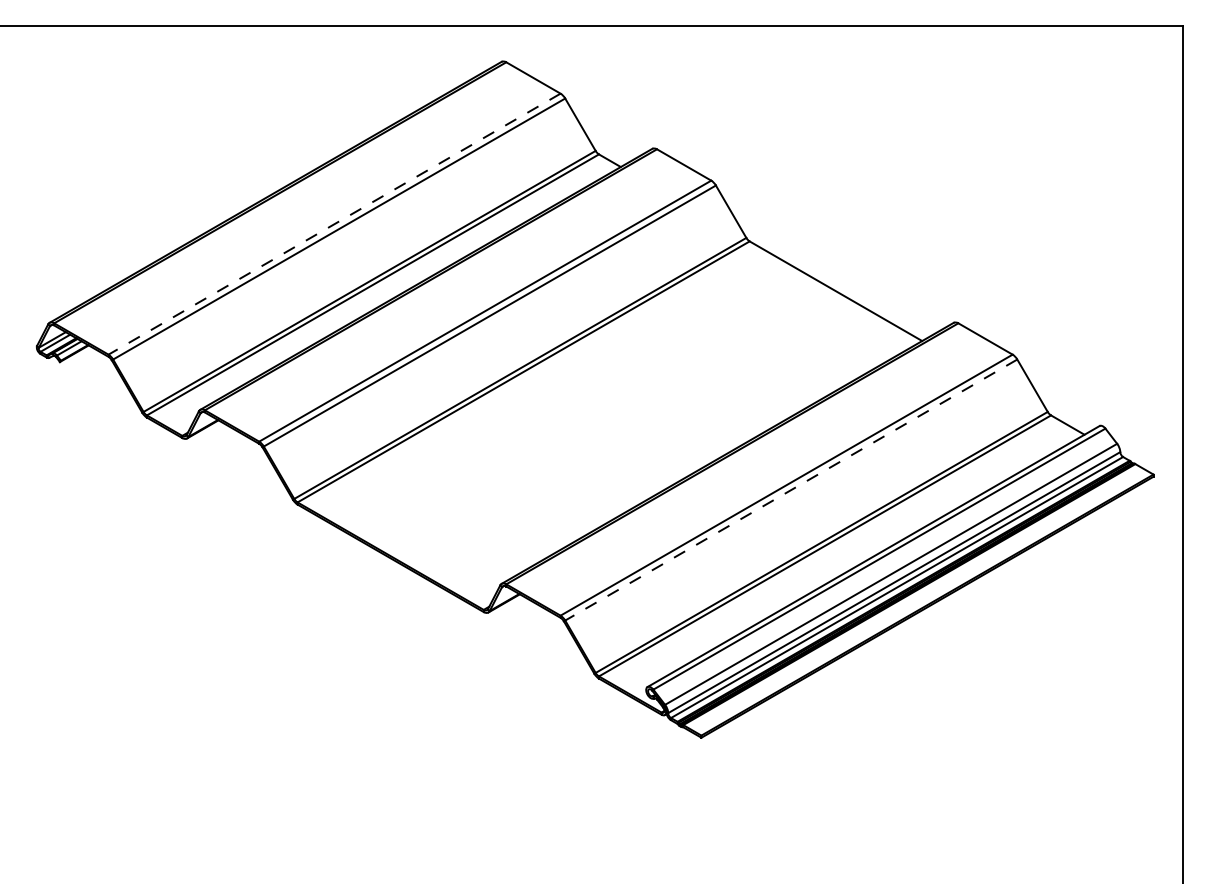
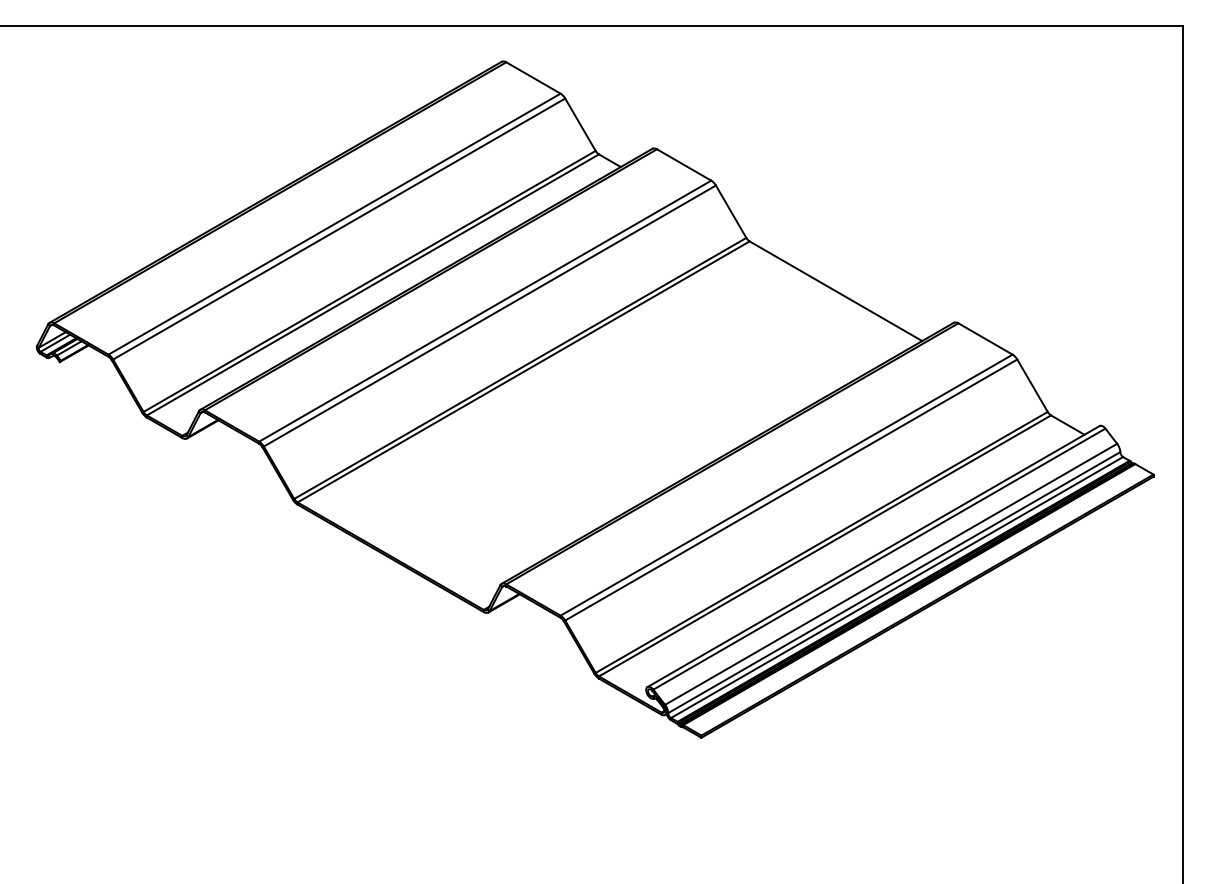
line at (334, 224): dashed -> solid
line at (790, 490): dashed -> solid
